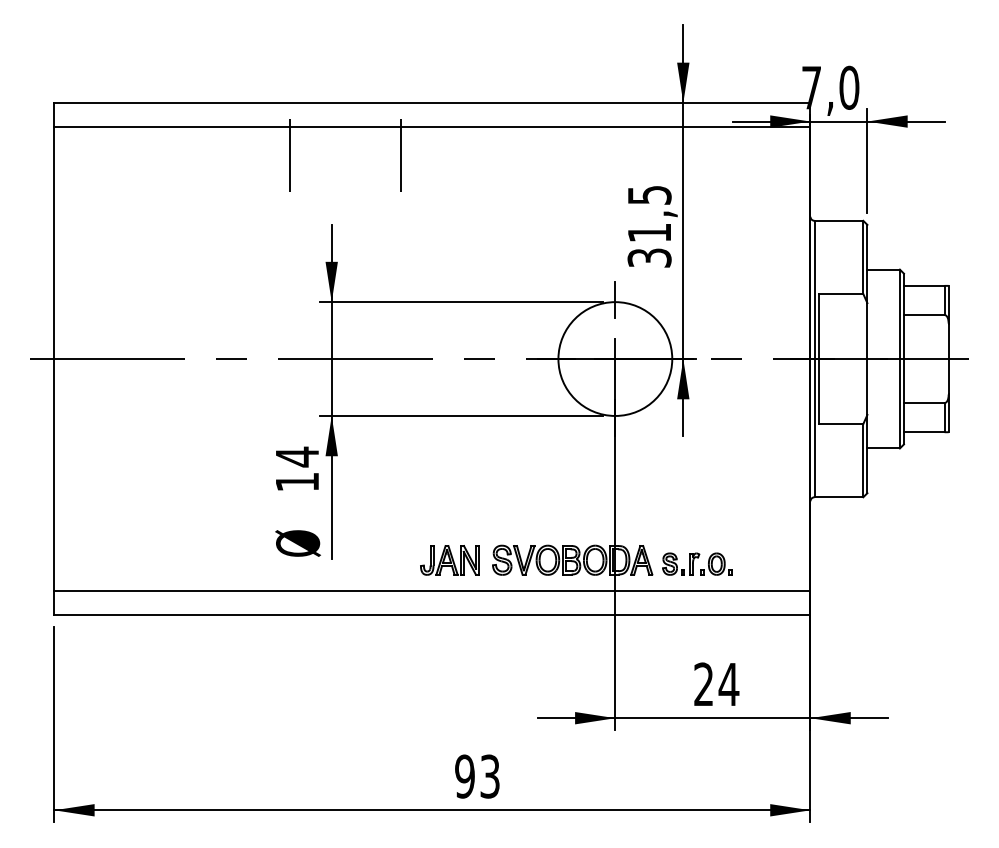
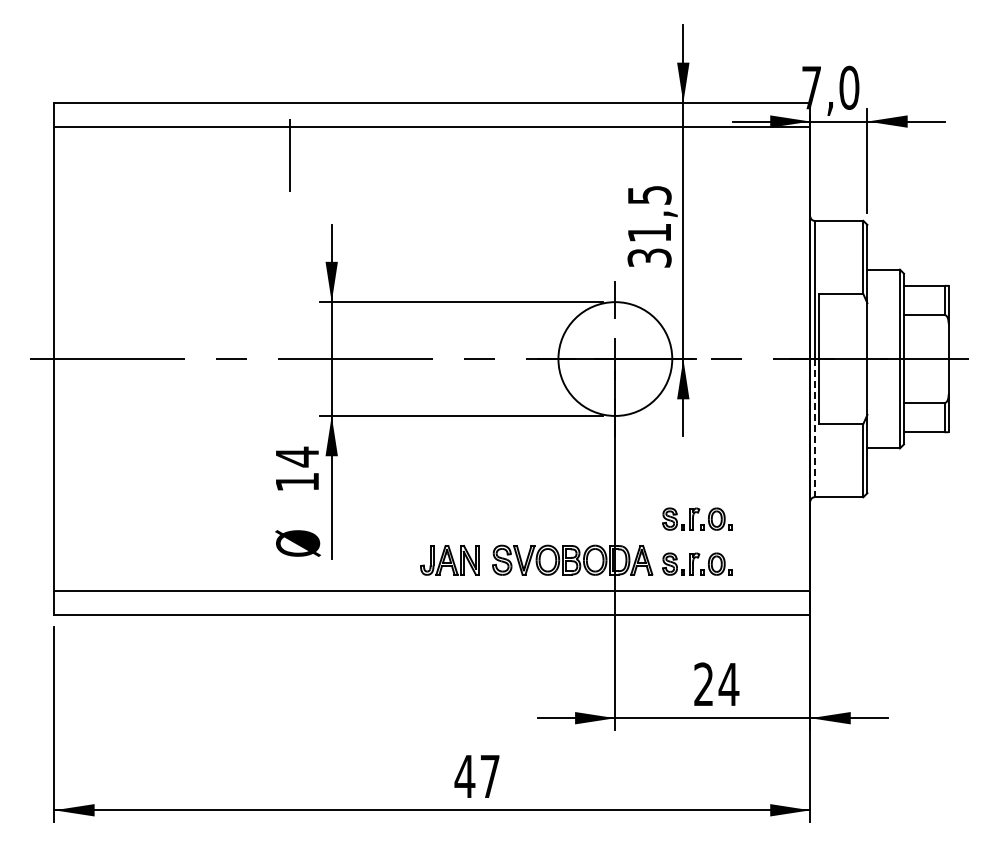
line at (400, 155): present -> none
line at (814, 428): solid -> dashed
part at (697, 518): none -> present
text at (476, 776): 93 -> 47
